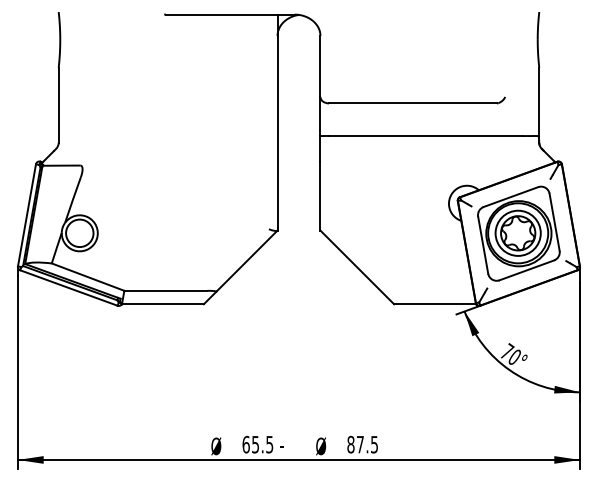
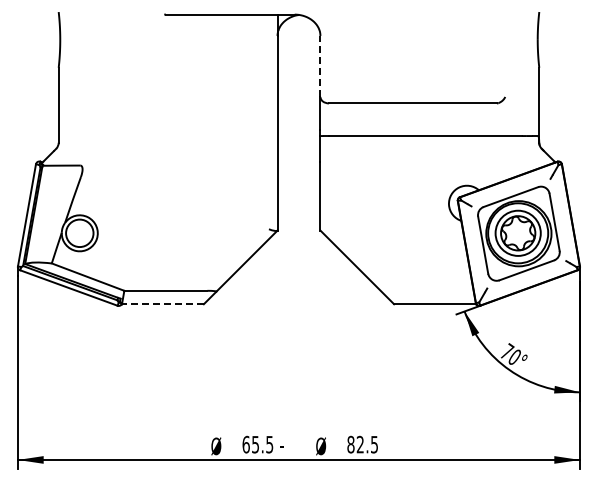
line at (320, 65): solid -> dashed
line at (162, 304): solid -> dashed
text at (359, 444): 87.5 -> 82.5
